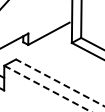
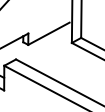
line at (60, 82): dashed -> solid
line at (47, 88): dashed -> solid
